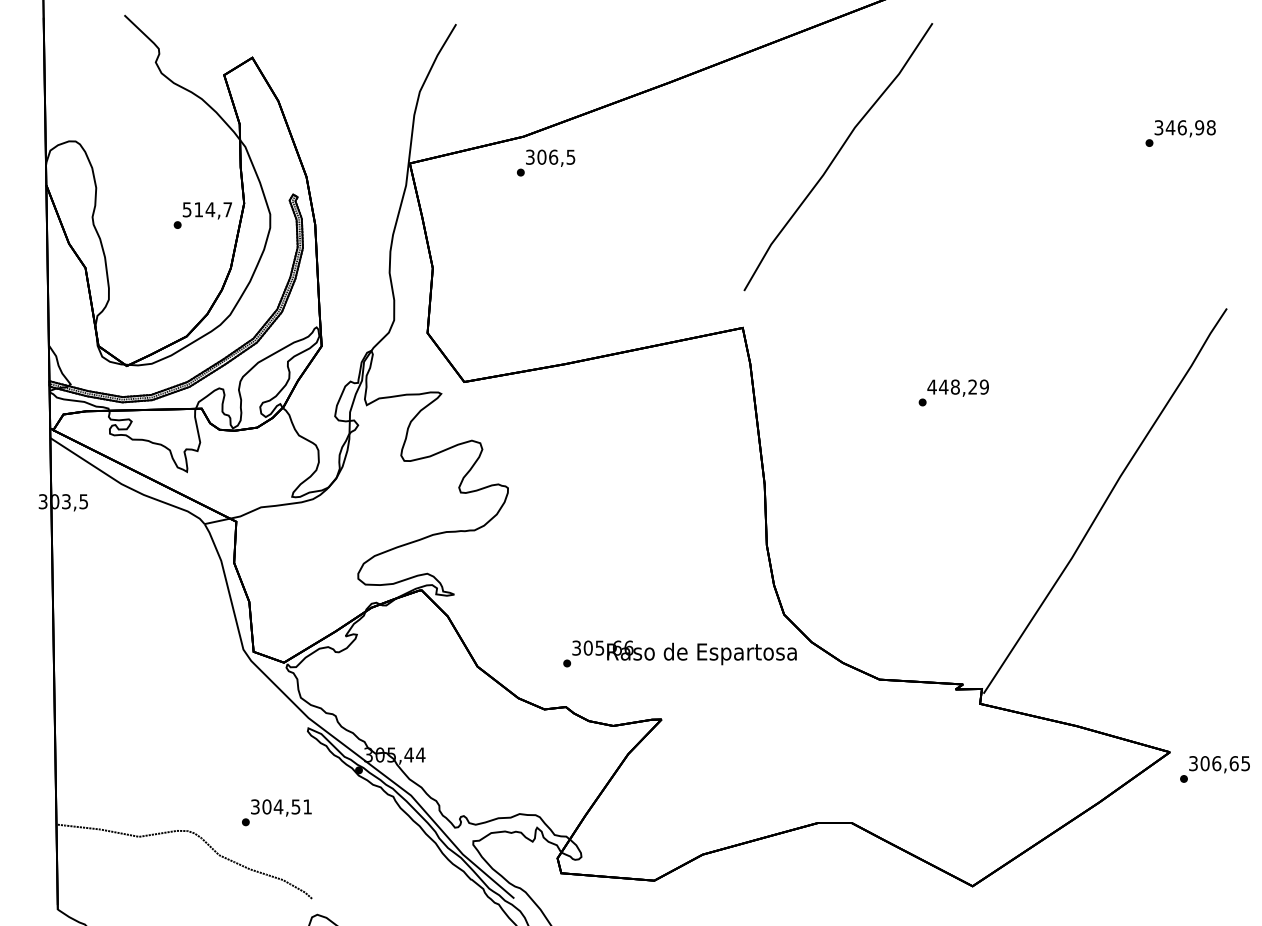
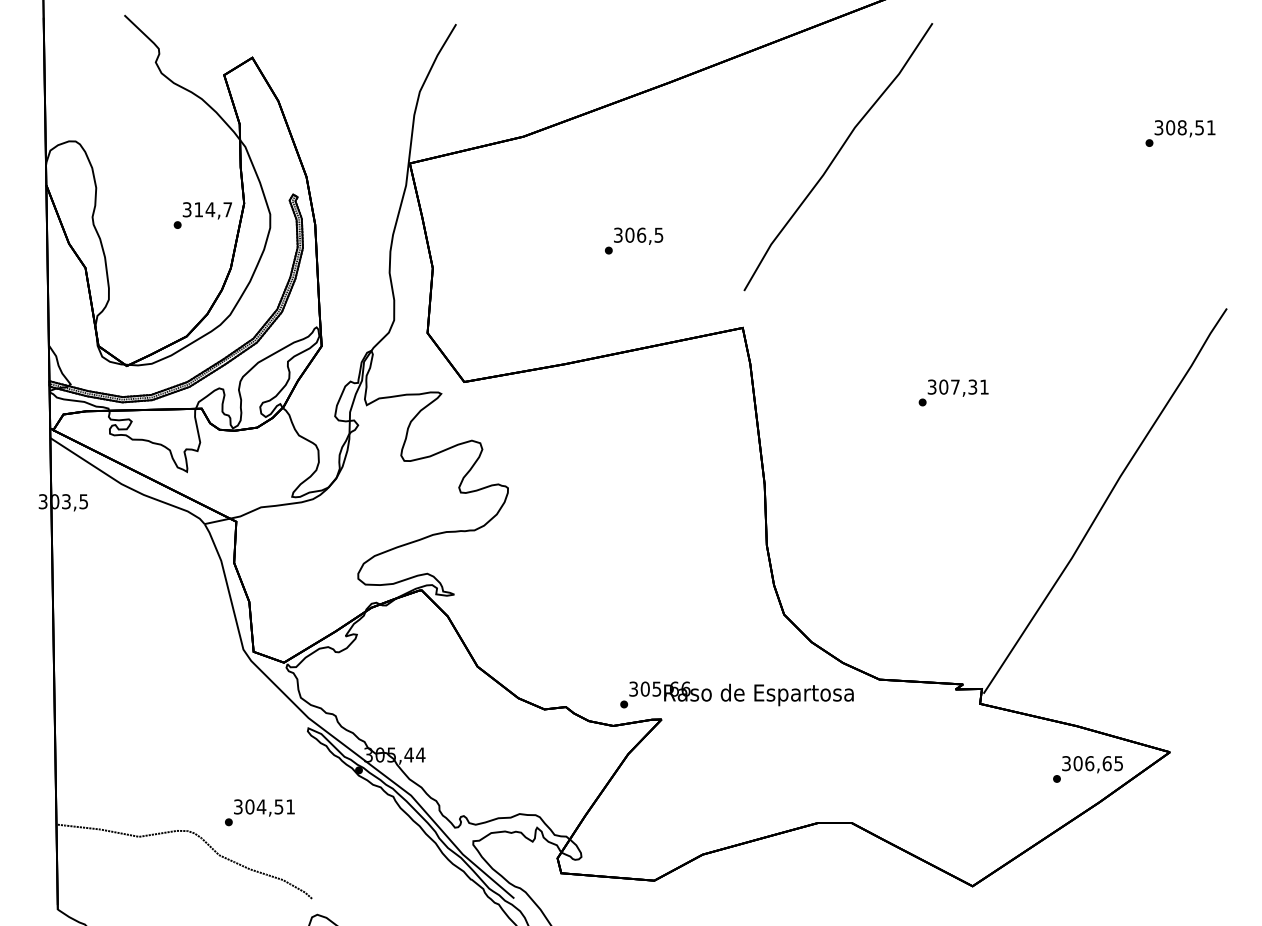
text at (1190, 127): 346,98 -> 308,51
text at (546, 162) position: (546, 162) -> (634, 240)
text at (187, 209): 514,7 -> 314,7
text at (957, 386): 448,29 -> 307,31
text at (679, 653) position: (679, 653) -> (736, 694)
text at (1214, 769) position: (1214, 769) -> (1087, 769)
text at (276, 812) position: (276, 812) -> (259, 812)
